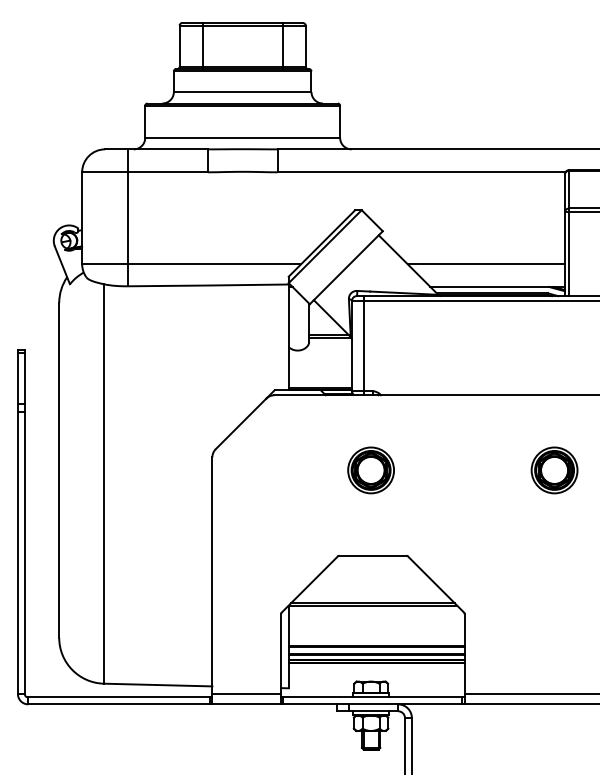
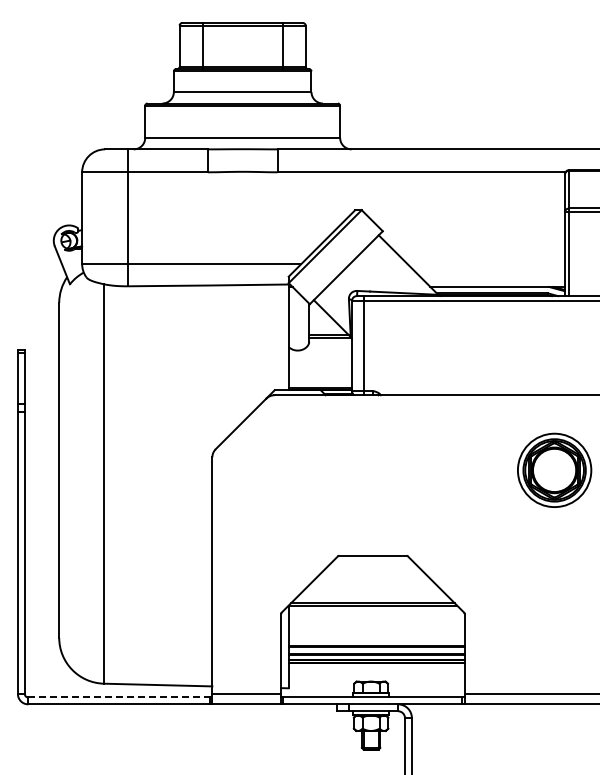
line at (485, 264): present -> none
part at (370, 470): present -> none
part at (554, 470) size: 49x49 px -> 76x76 px
line at (120, 697): solid -> dashed
